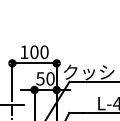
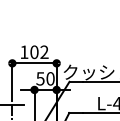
text at (44, 52): 100 -> 102
